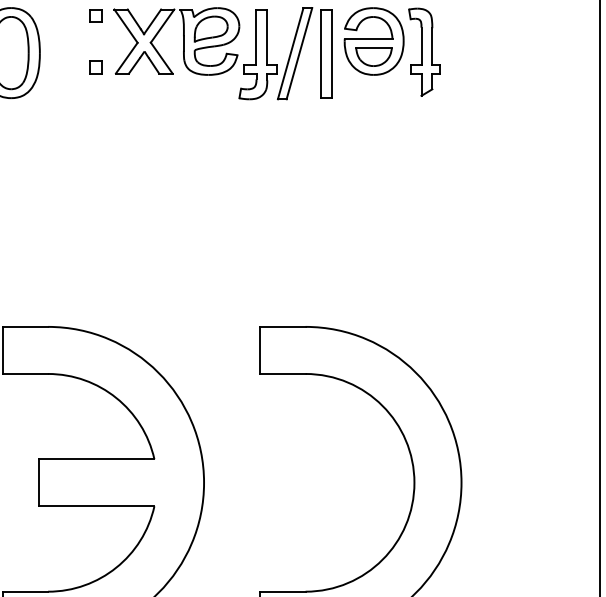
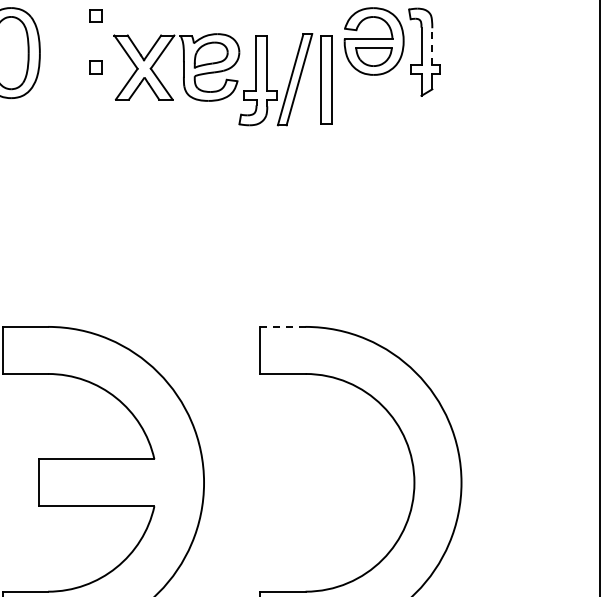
line at (432, 46): solid -> dashed
part at (222, 53) position: (222, 53) -> (222, 79)
line at (282, 326): solid -> dashed
